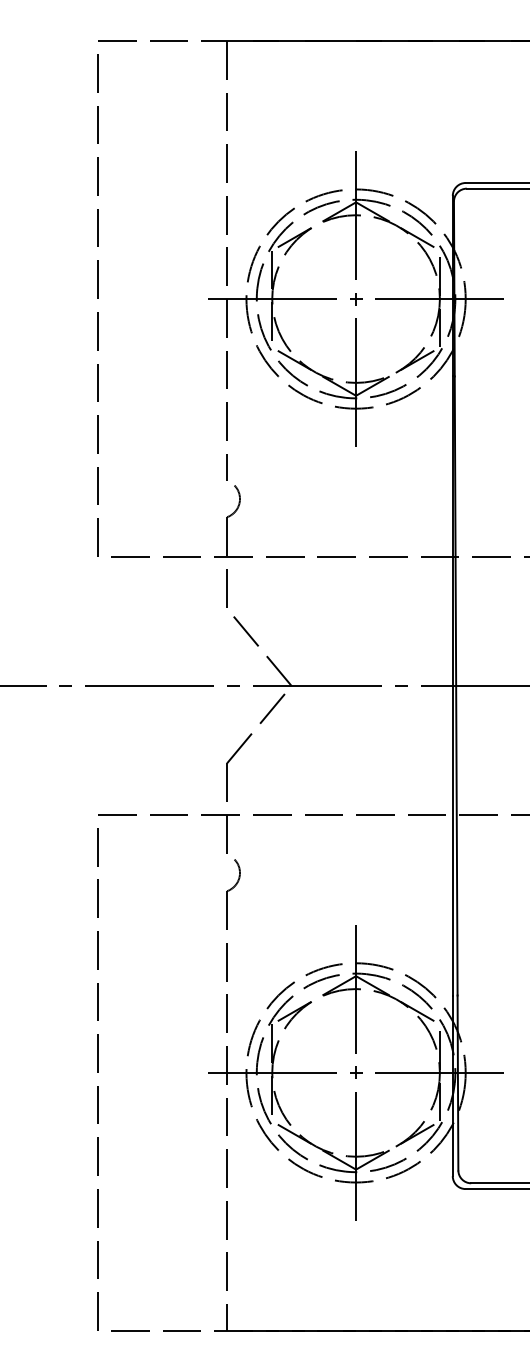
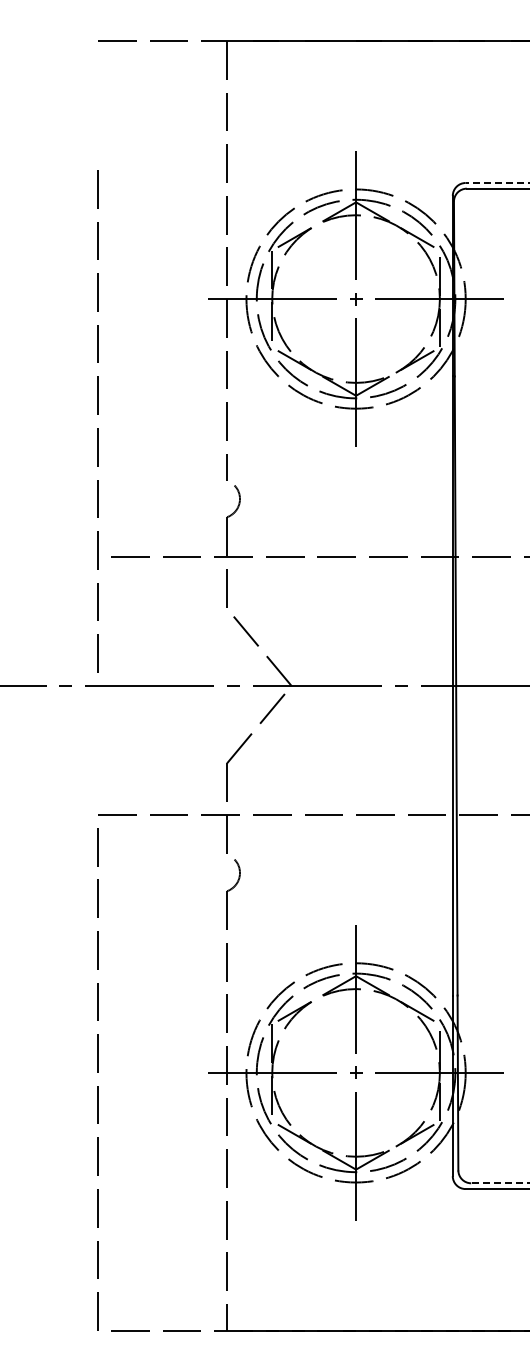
line at (497, 183): solid -> dashed
line at (97, 298) position: (97, 298) -> (97, 414)
line at (500, 1183): solid -> dashed
